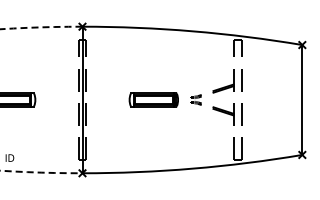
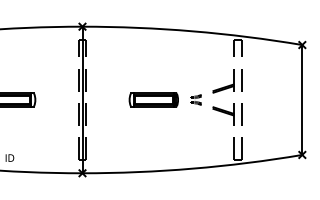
arc at (41, 27): dashed -> solid
arc at (42, 172): dashed -> solid
